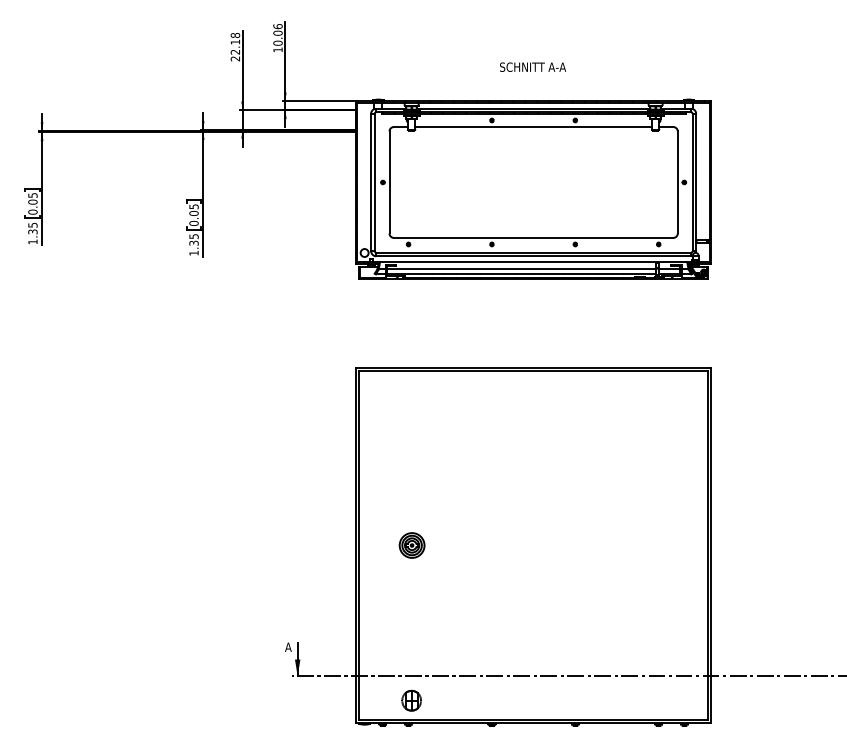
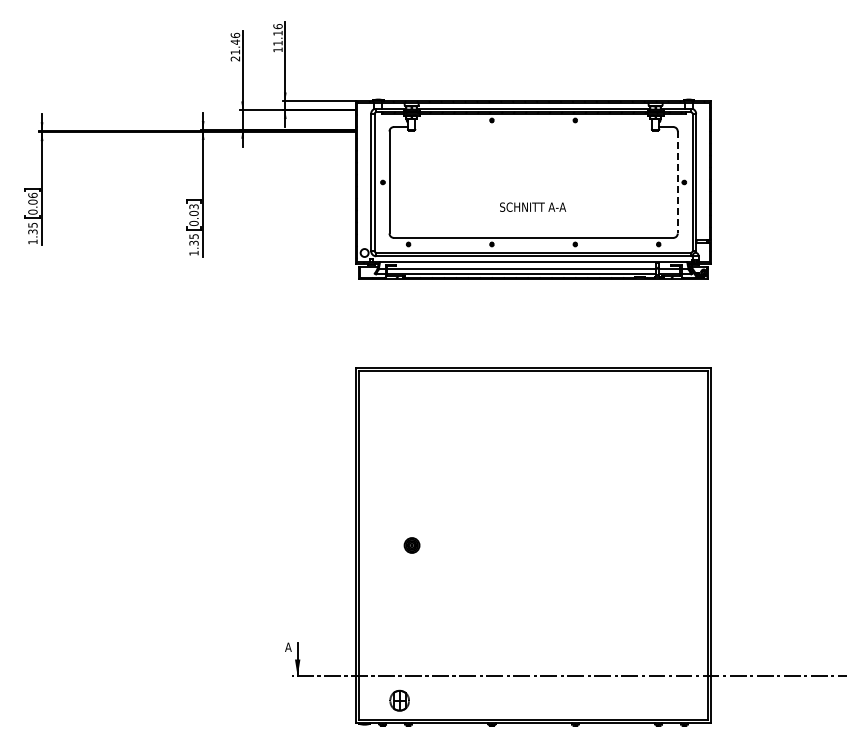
text at (277, 37): 10.06 -> 11.16
text at (235, 43): 22.18 -> 21.46
text at (533, 66) position: (533, 66) -> (533, 206)
line at (533, 127): present -> none
line at (677, 182): solid -> dashed
text at (32, 194): 0.05 -> 0.06
text at (193, 206): 0.05 -> 0.03
part at (411, 545) size: 28x27 px -> 18x17 px
part at (411, 700) position: (411, 700) -> (399, 700)
